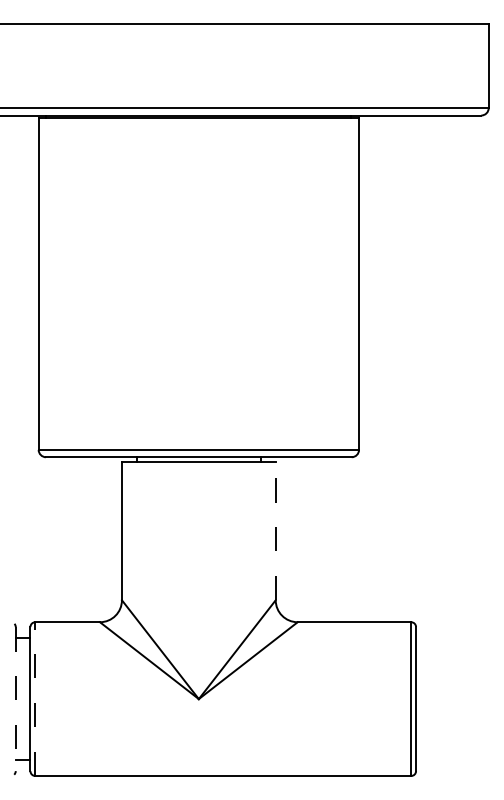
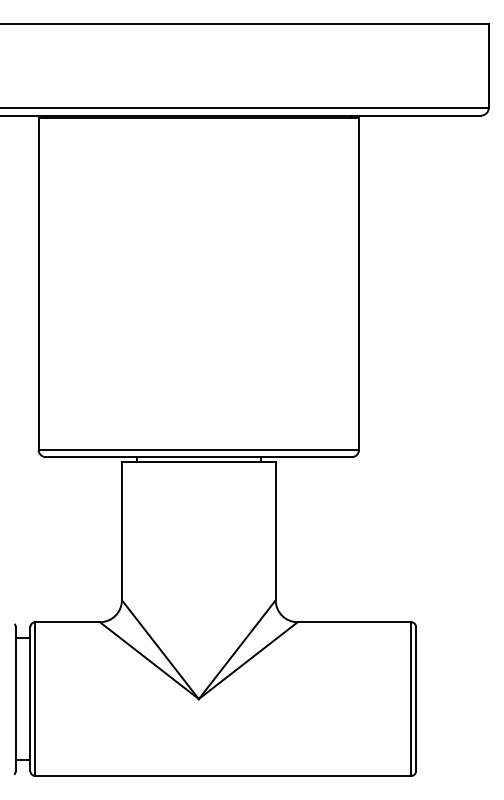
line at (275, 531): dashed -> solid
line at (15, 699): dashed -> solid
line at (35, 699): dashed -> solid
